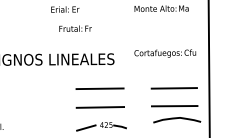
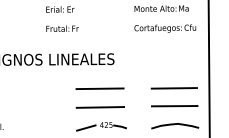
text at (65, 9) position: (65, 9) -> (60, 9)
text at (75, 28) position: (75, 28) -> (62, 28)
text at (165, 53) position: (165, 53) -> (165, 28)
curve at (176, 119) position: (176, 119) -> (174, 125)
